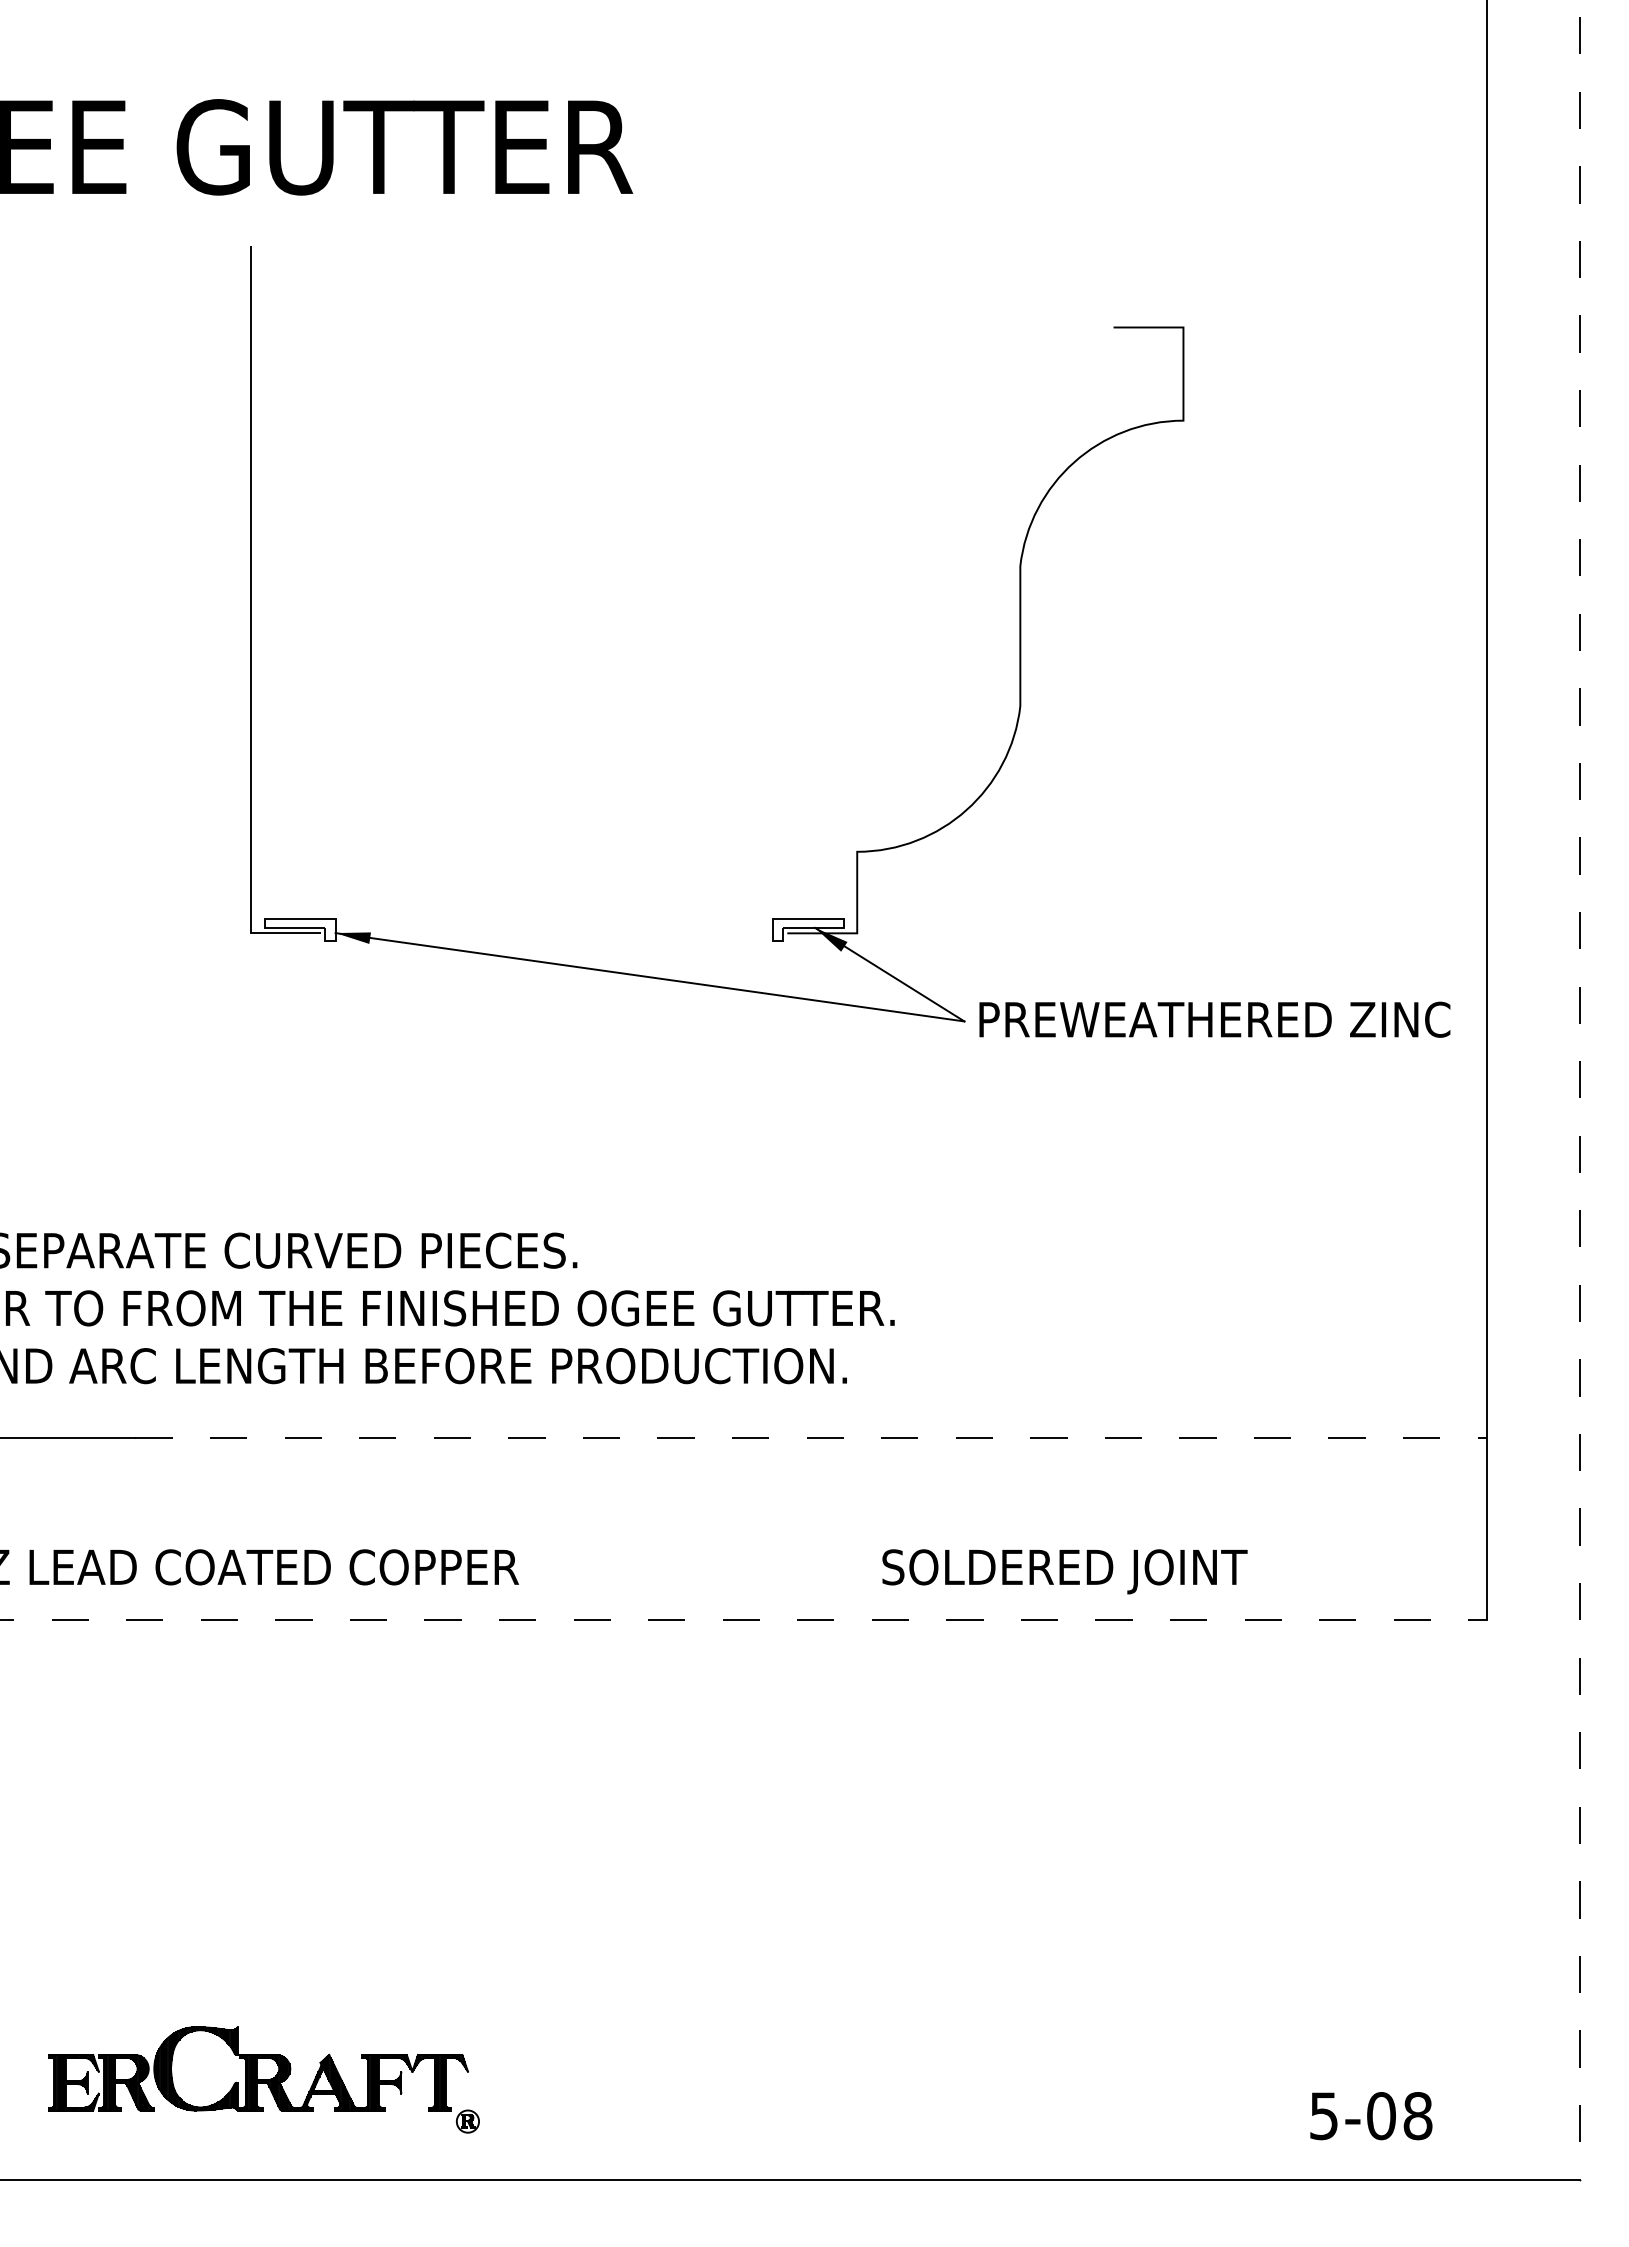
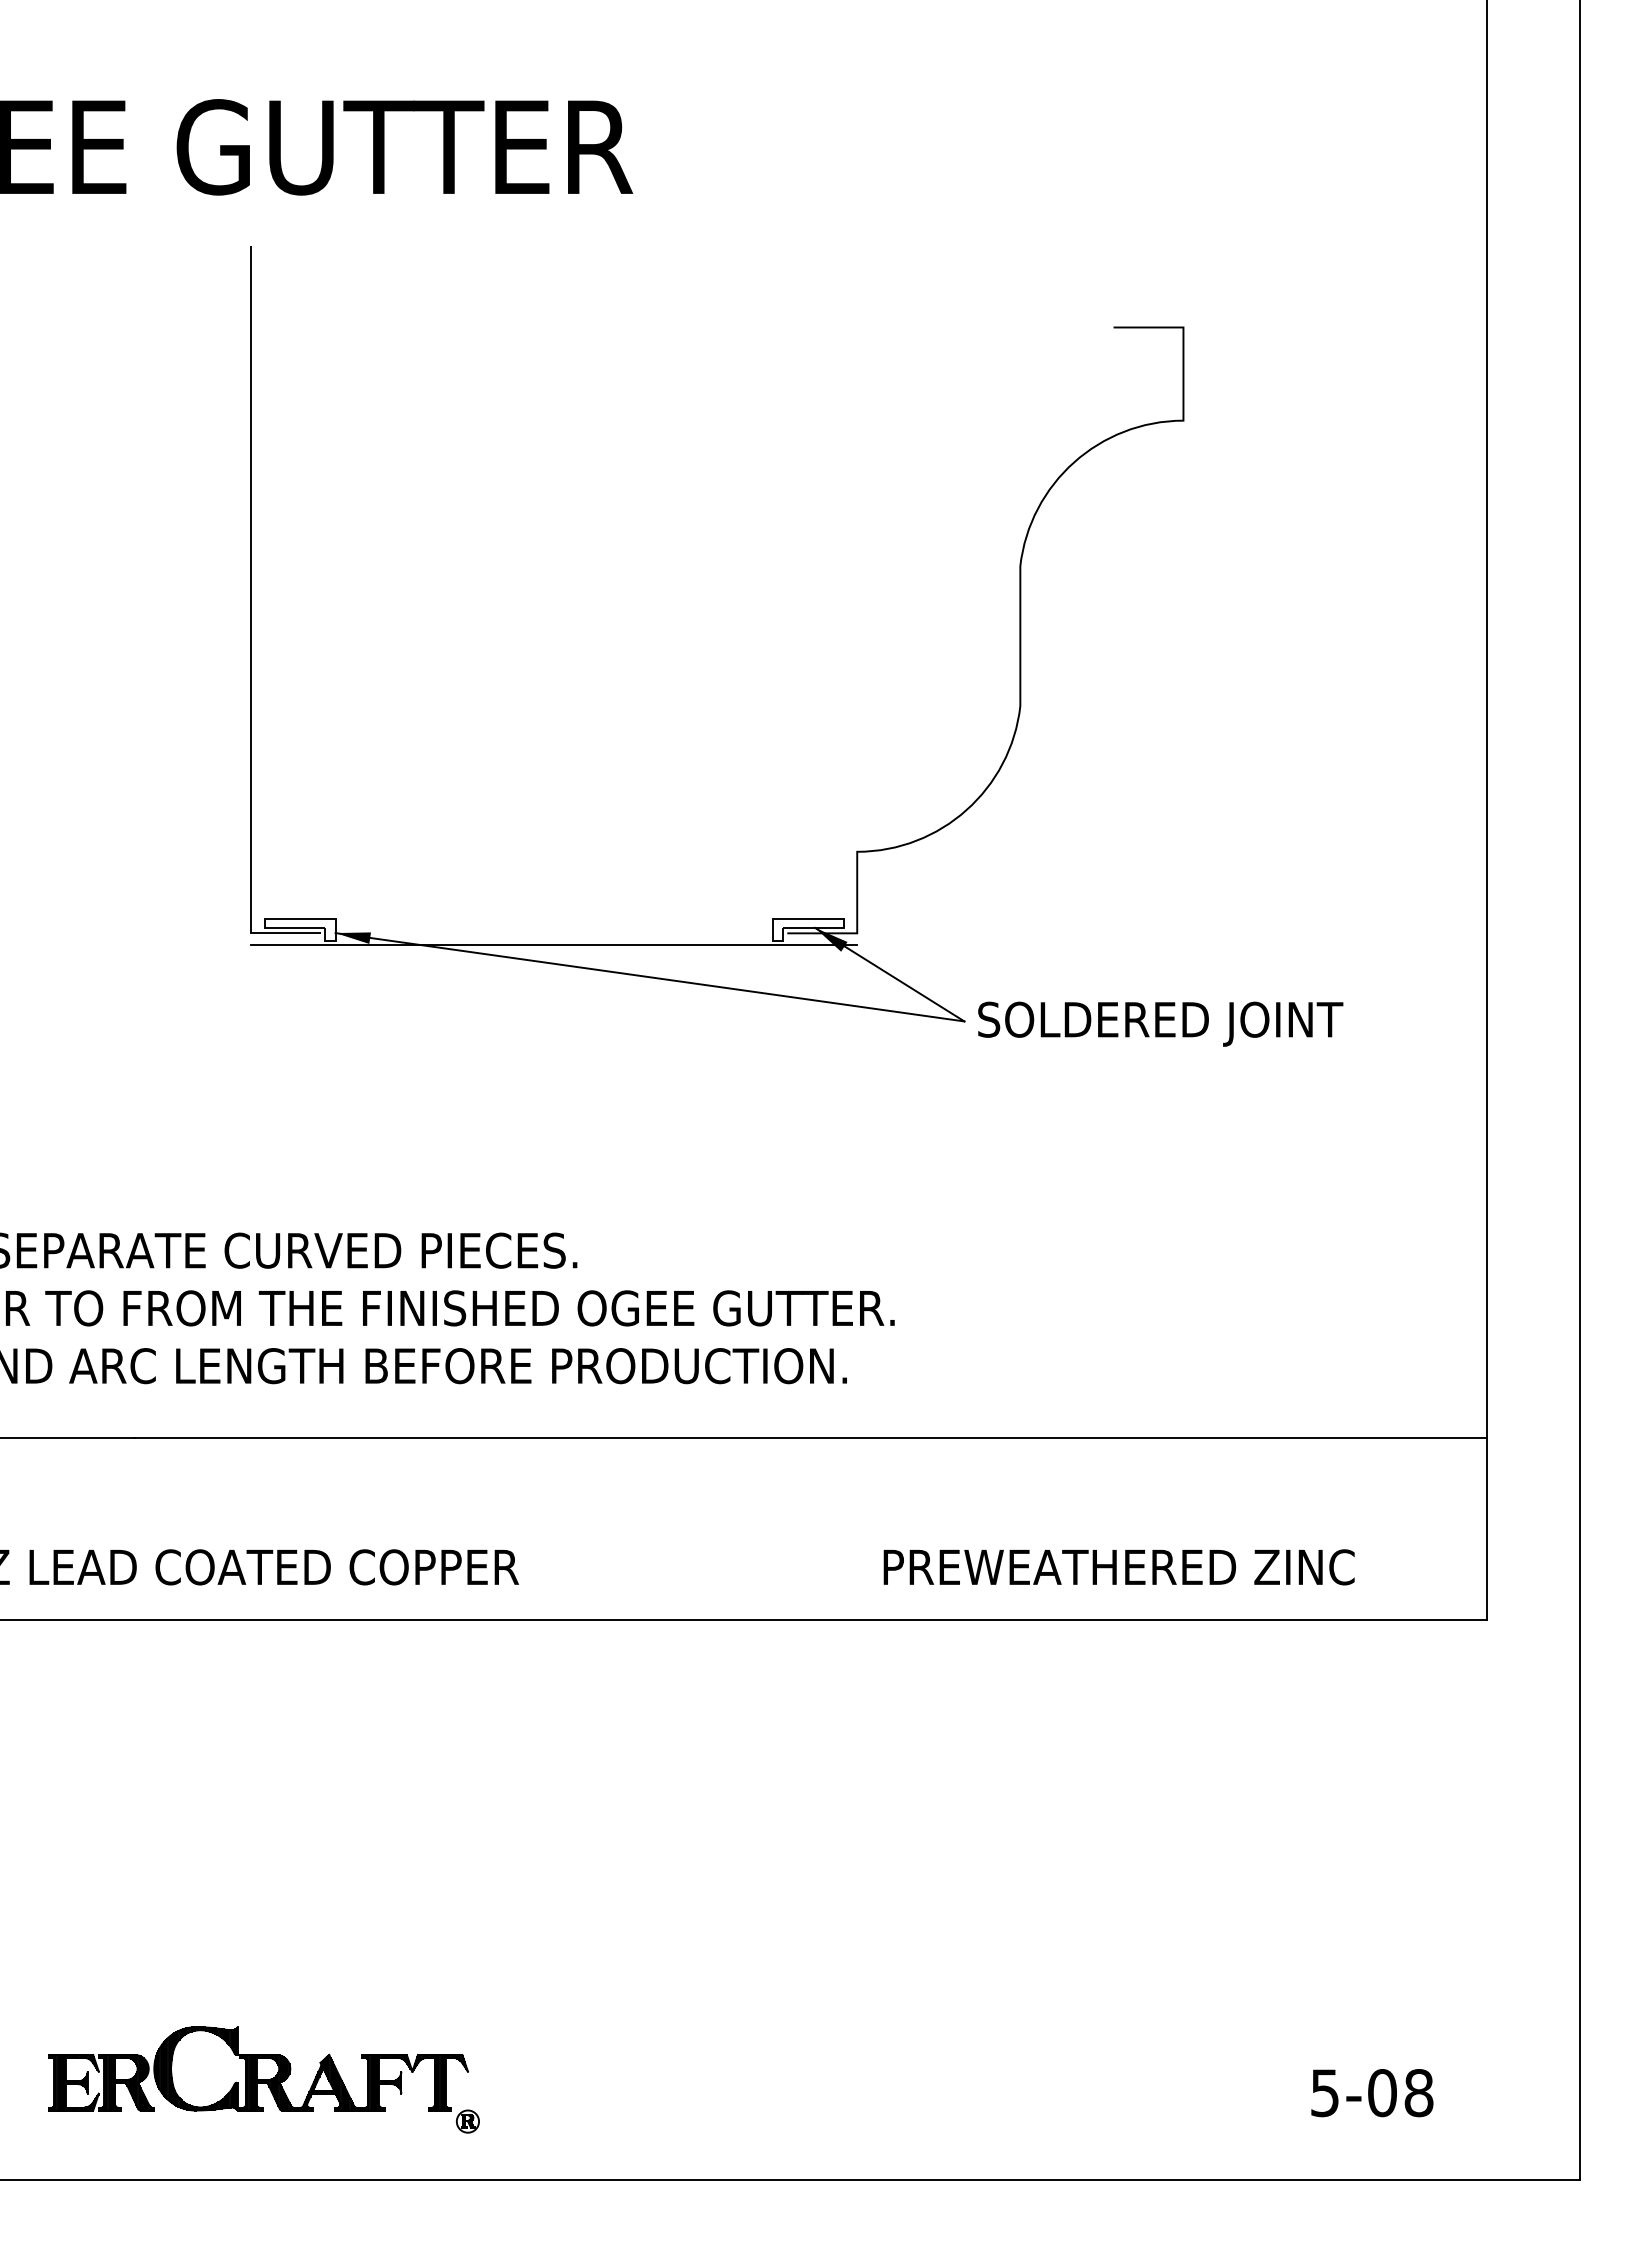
line at (554, 945): none -> present
text at (1214, 1023): PREWEATHERED ZINC -> SOLDERED JOINT
line at (1580, 1089): dashed -> solid
line at (811, 1437): dashed -> solid
text at (1118, 1571): SOLDERED JOINT -> PREWEATHERED ZINC
line at (744, 1620): dashed -> solid
text at (1371, 2116) position: (1371, 2116) -> (1372, 2093)
